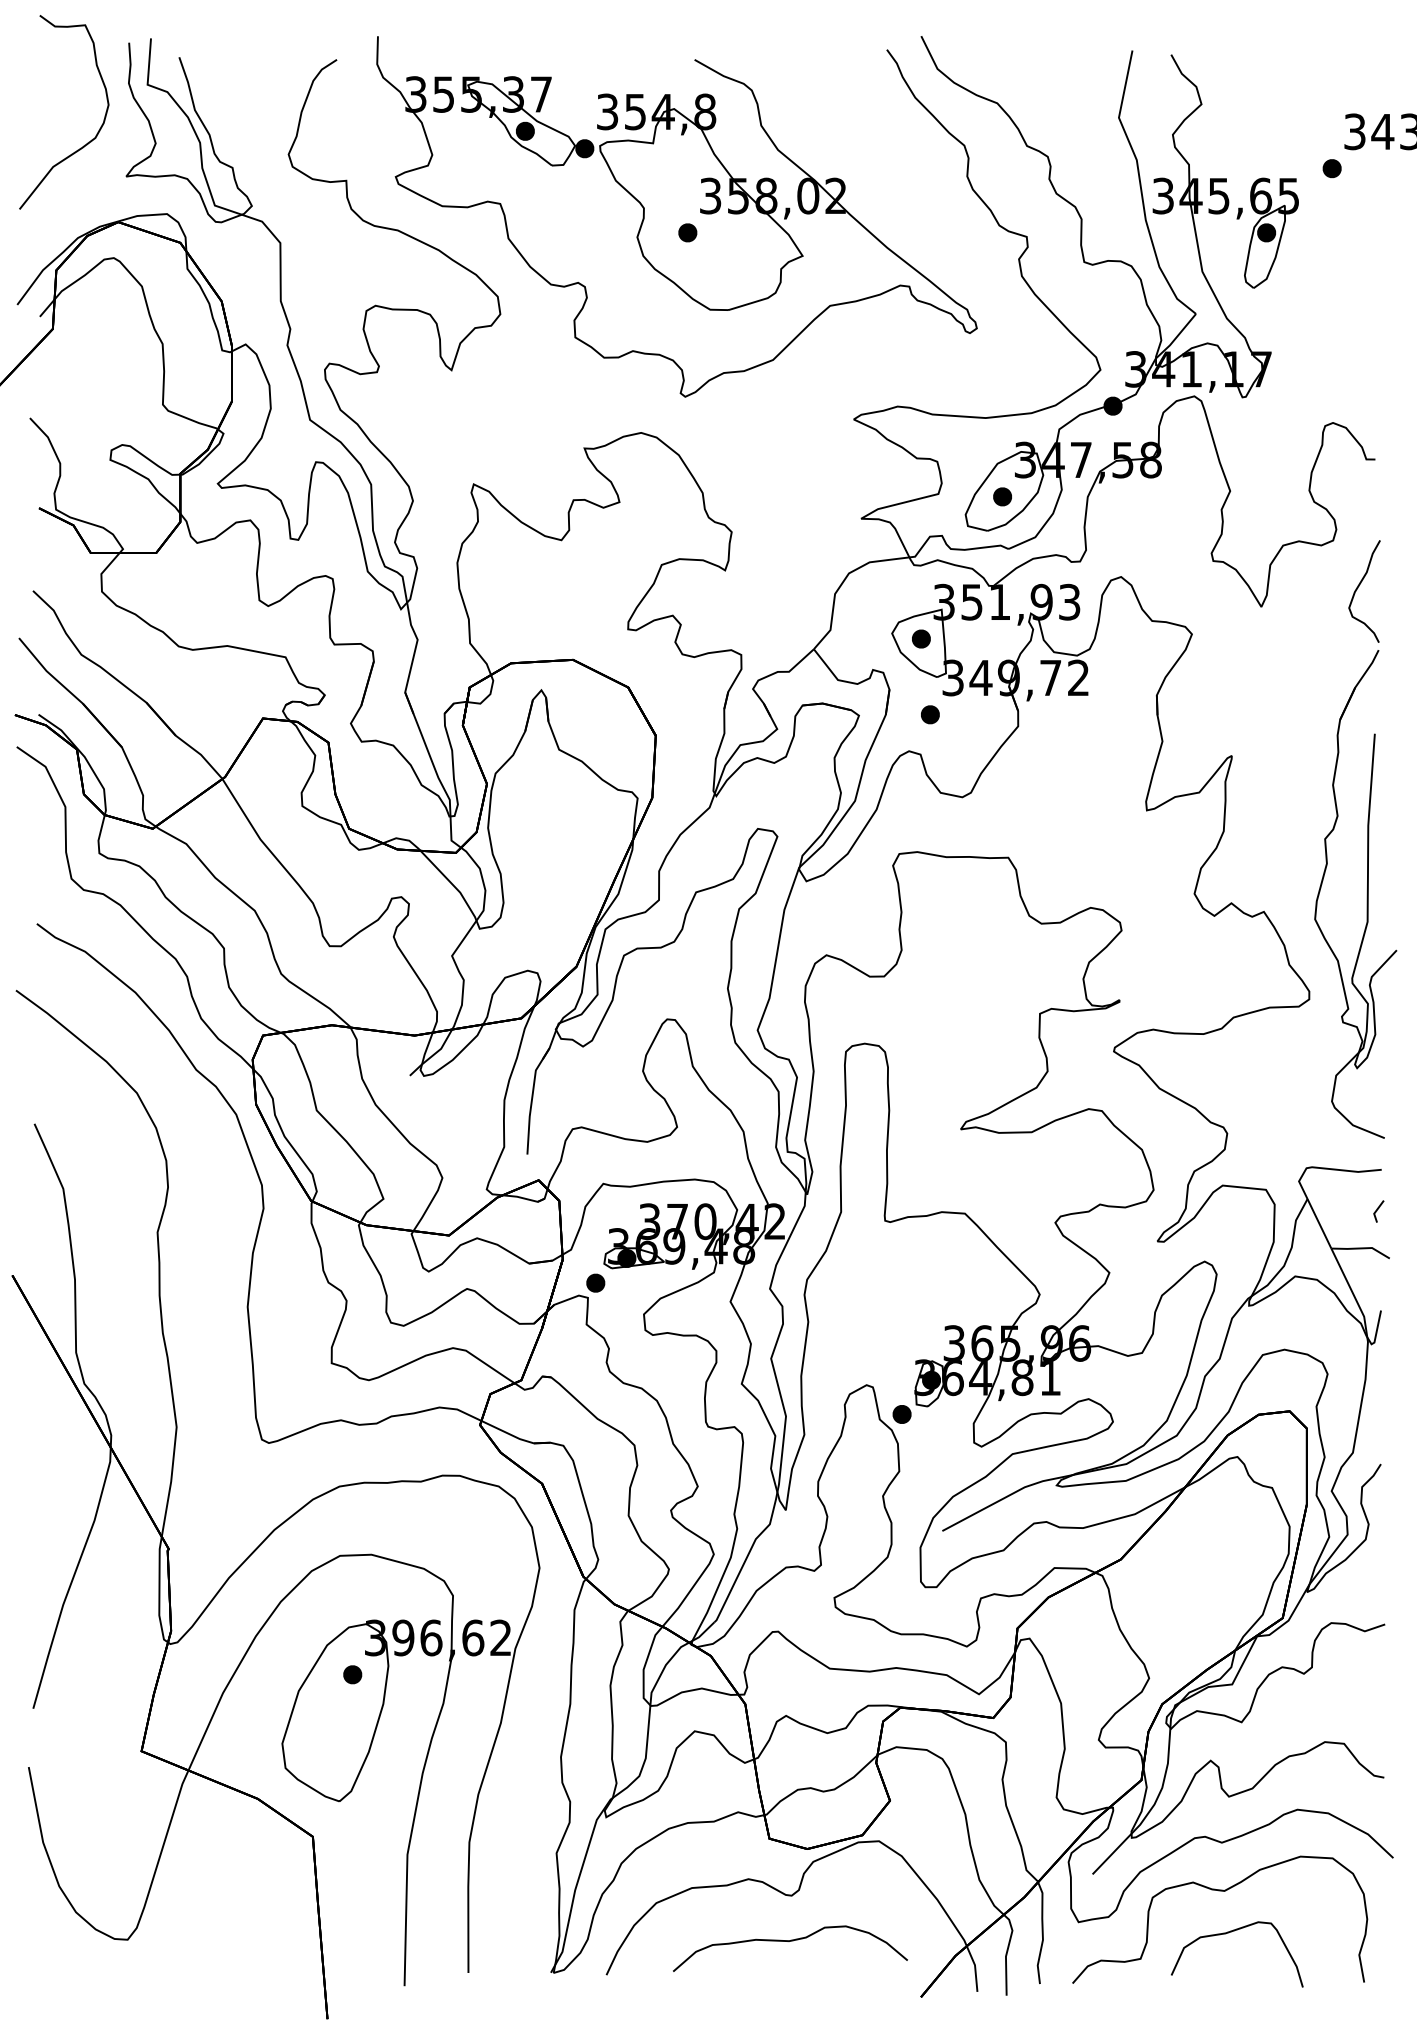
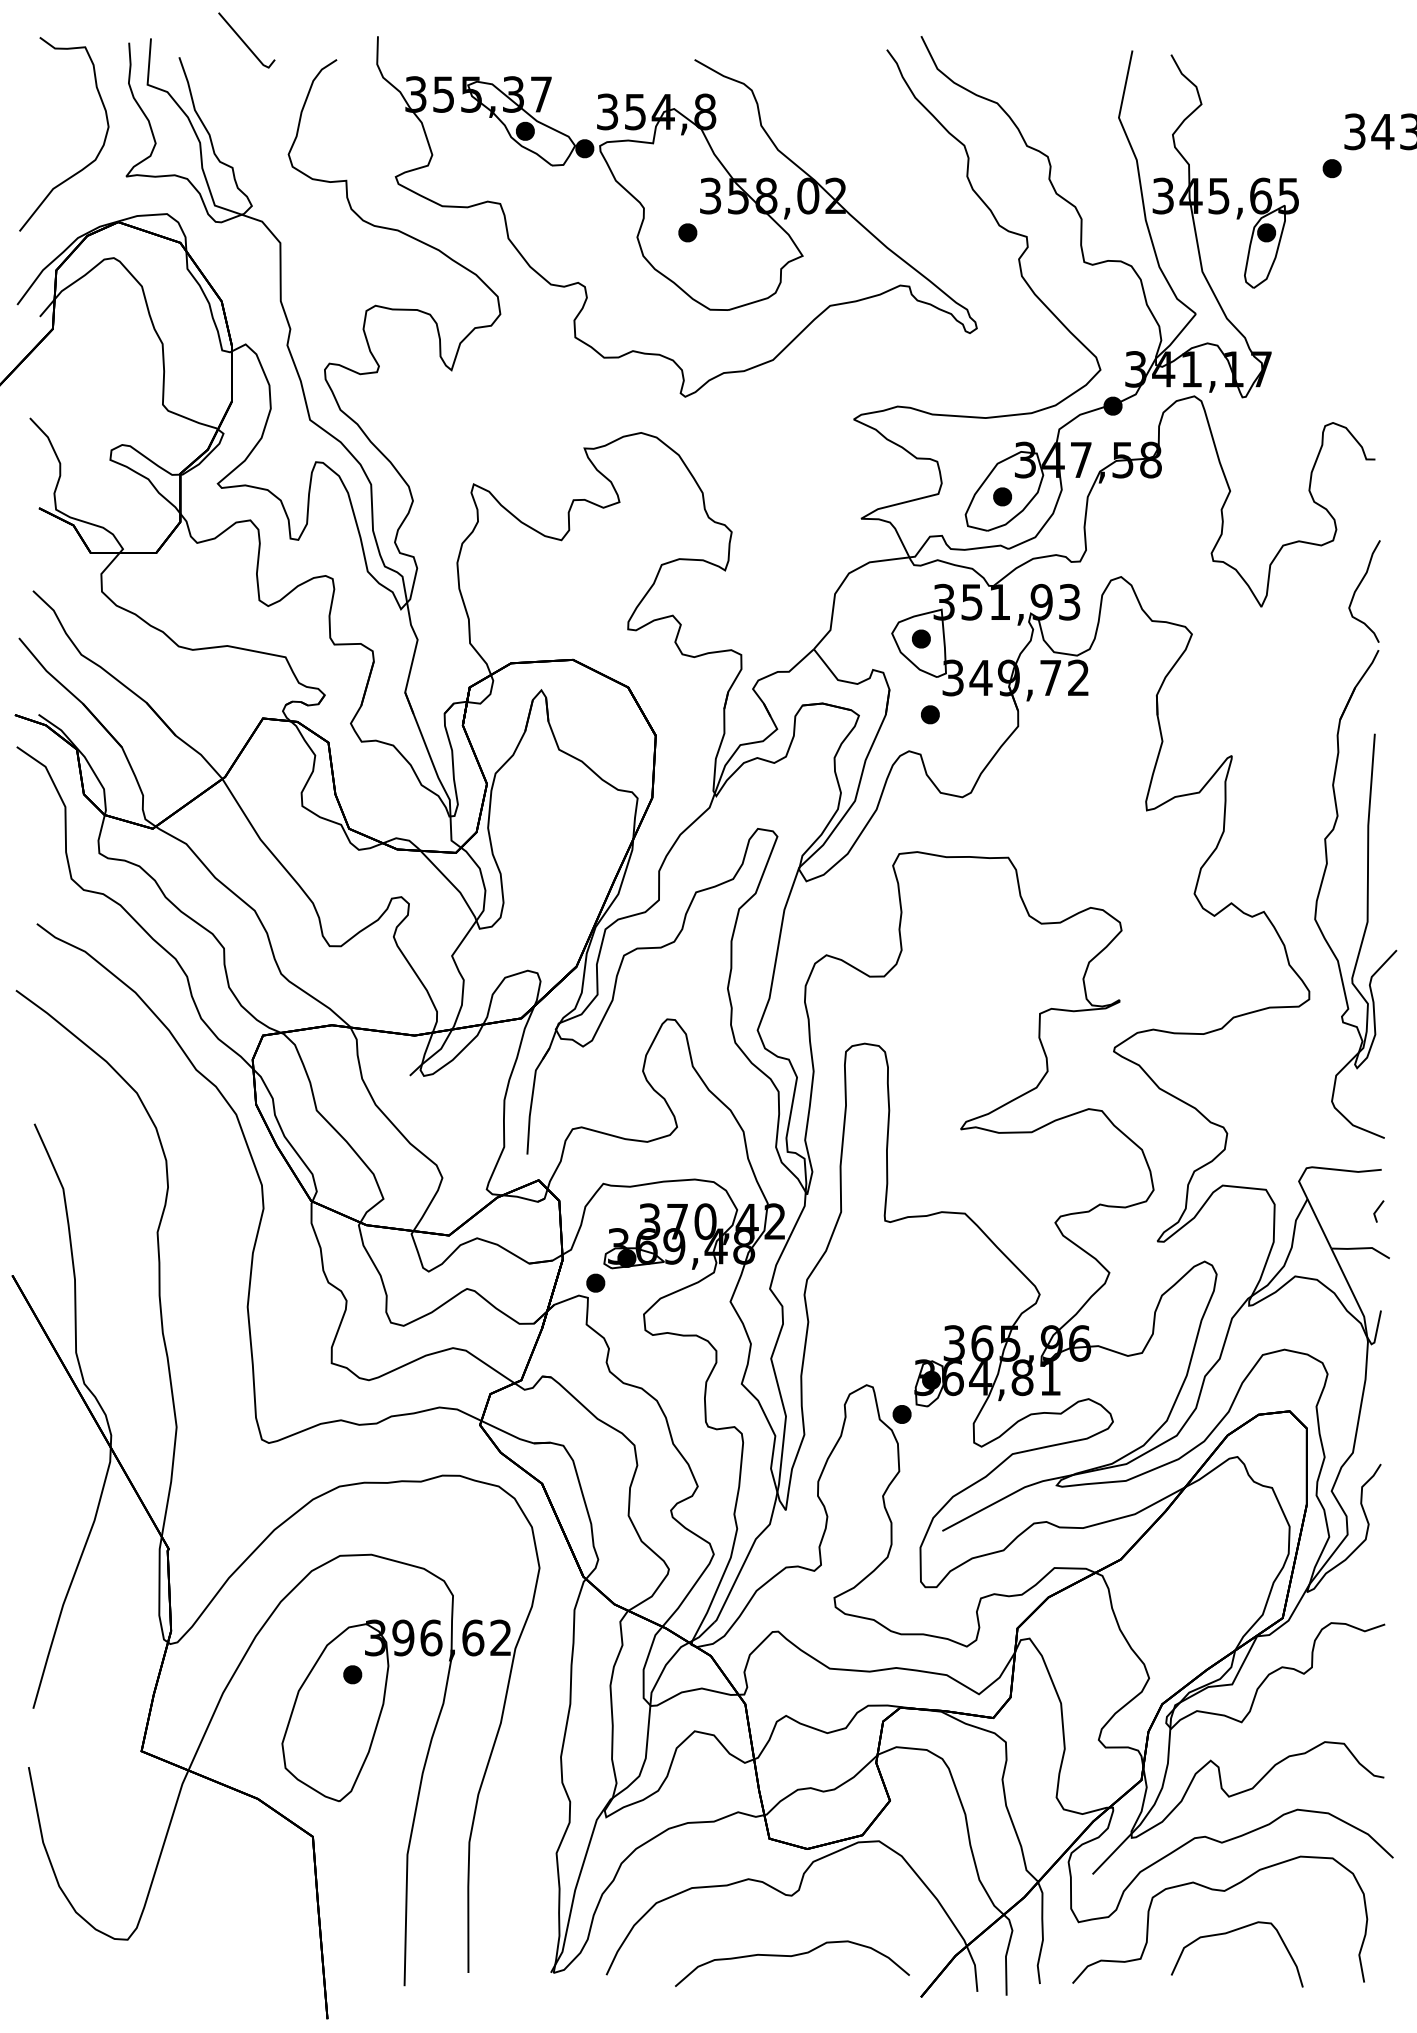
line at (244, 41): none -> present
curve at (87, 142) position: (87, 142) -> (87, 164)
part at (790, 1941) position: (790, 1941) -> (792, 1956)
